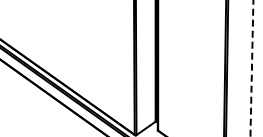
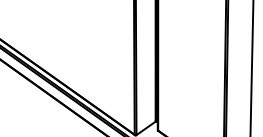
line at (251, 68): dashed -> solid
